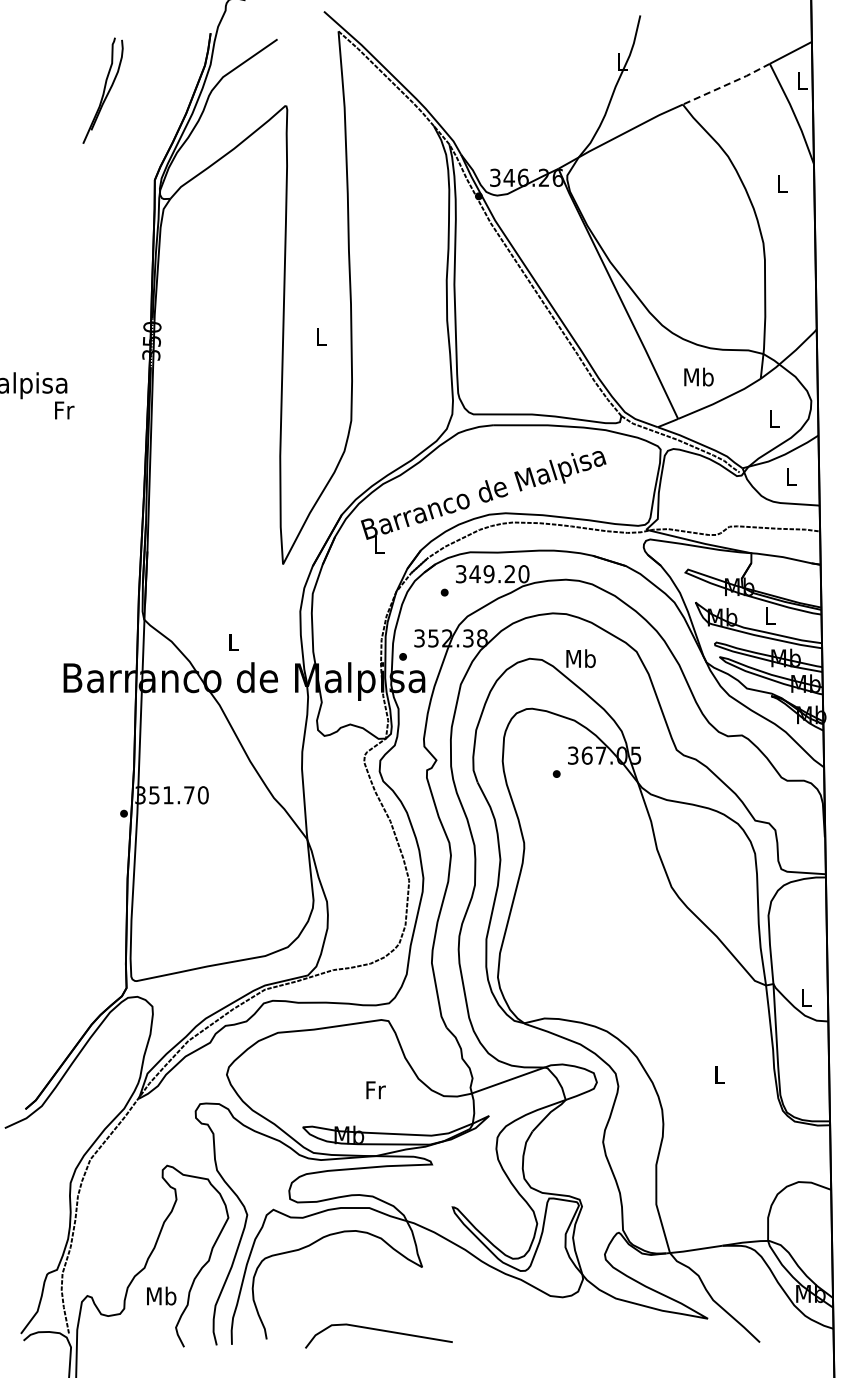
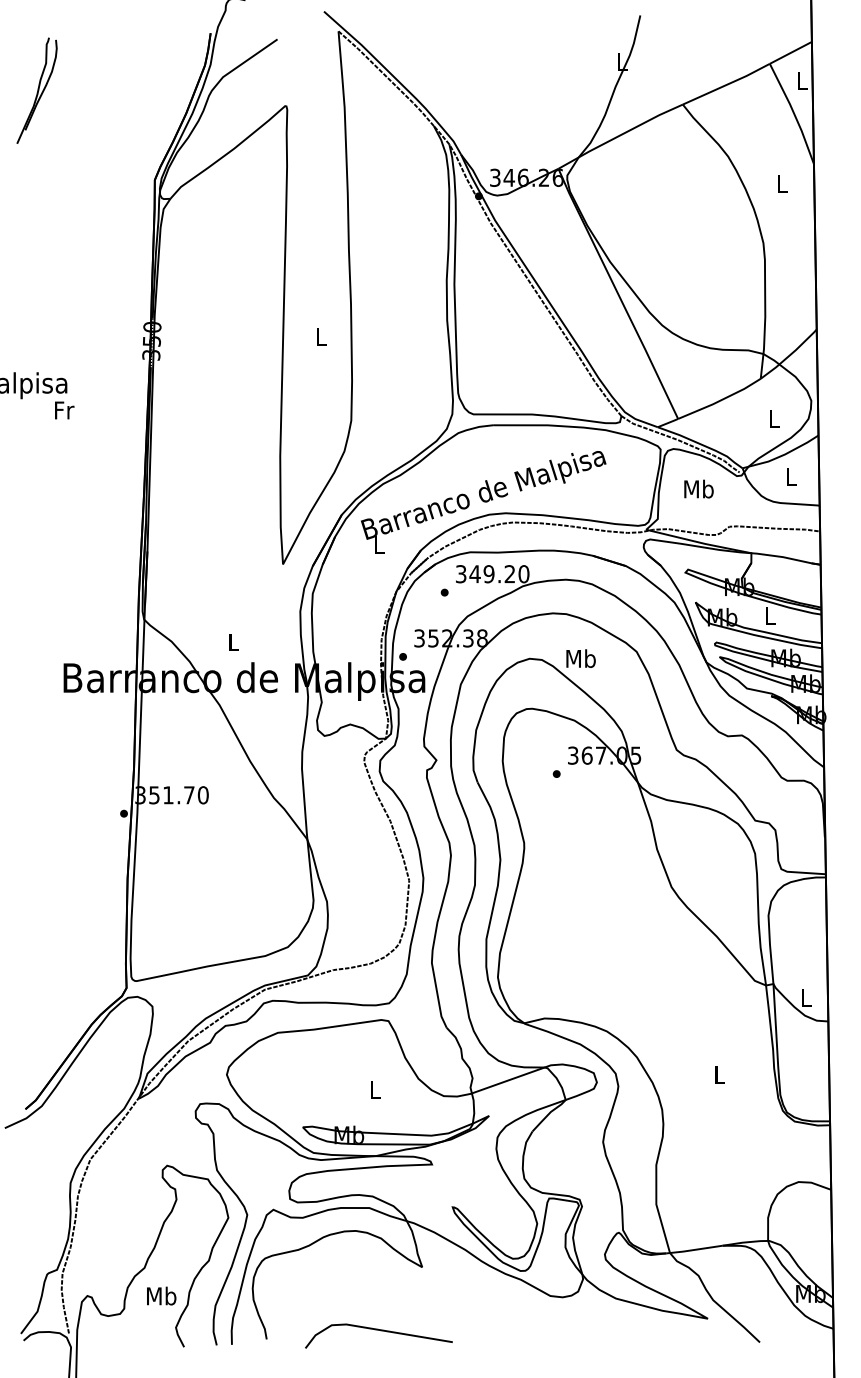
line at (727, 84): dashed -> solid
part at (102, 90) position: (102, 90) -> (36, 90)
text at (698, 376) position: (698, 376) -> (698, 488)
text at (375, 1090): Fr -> L
